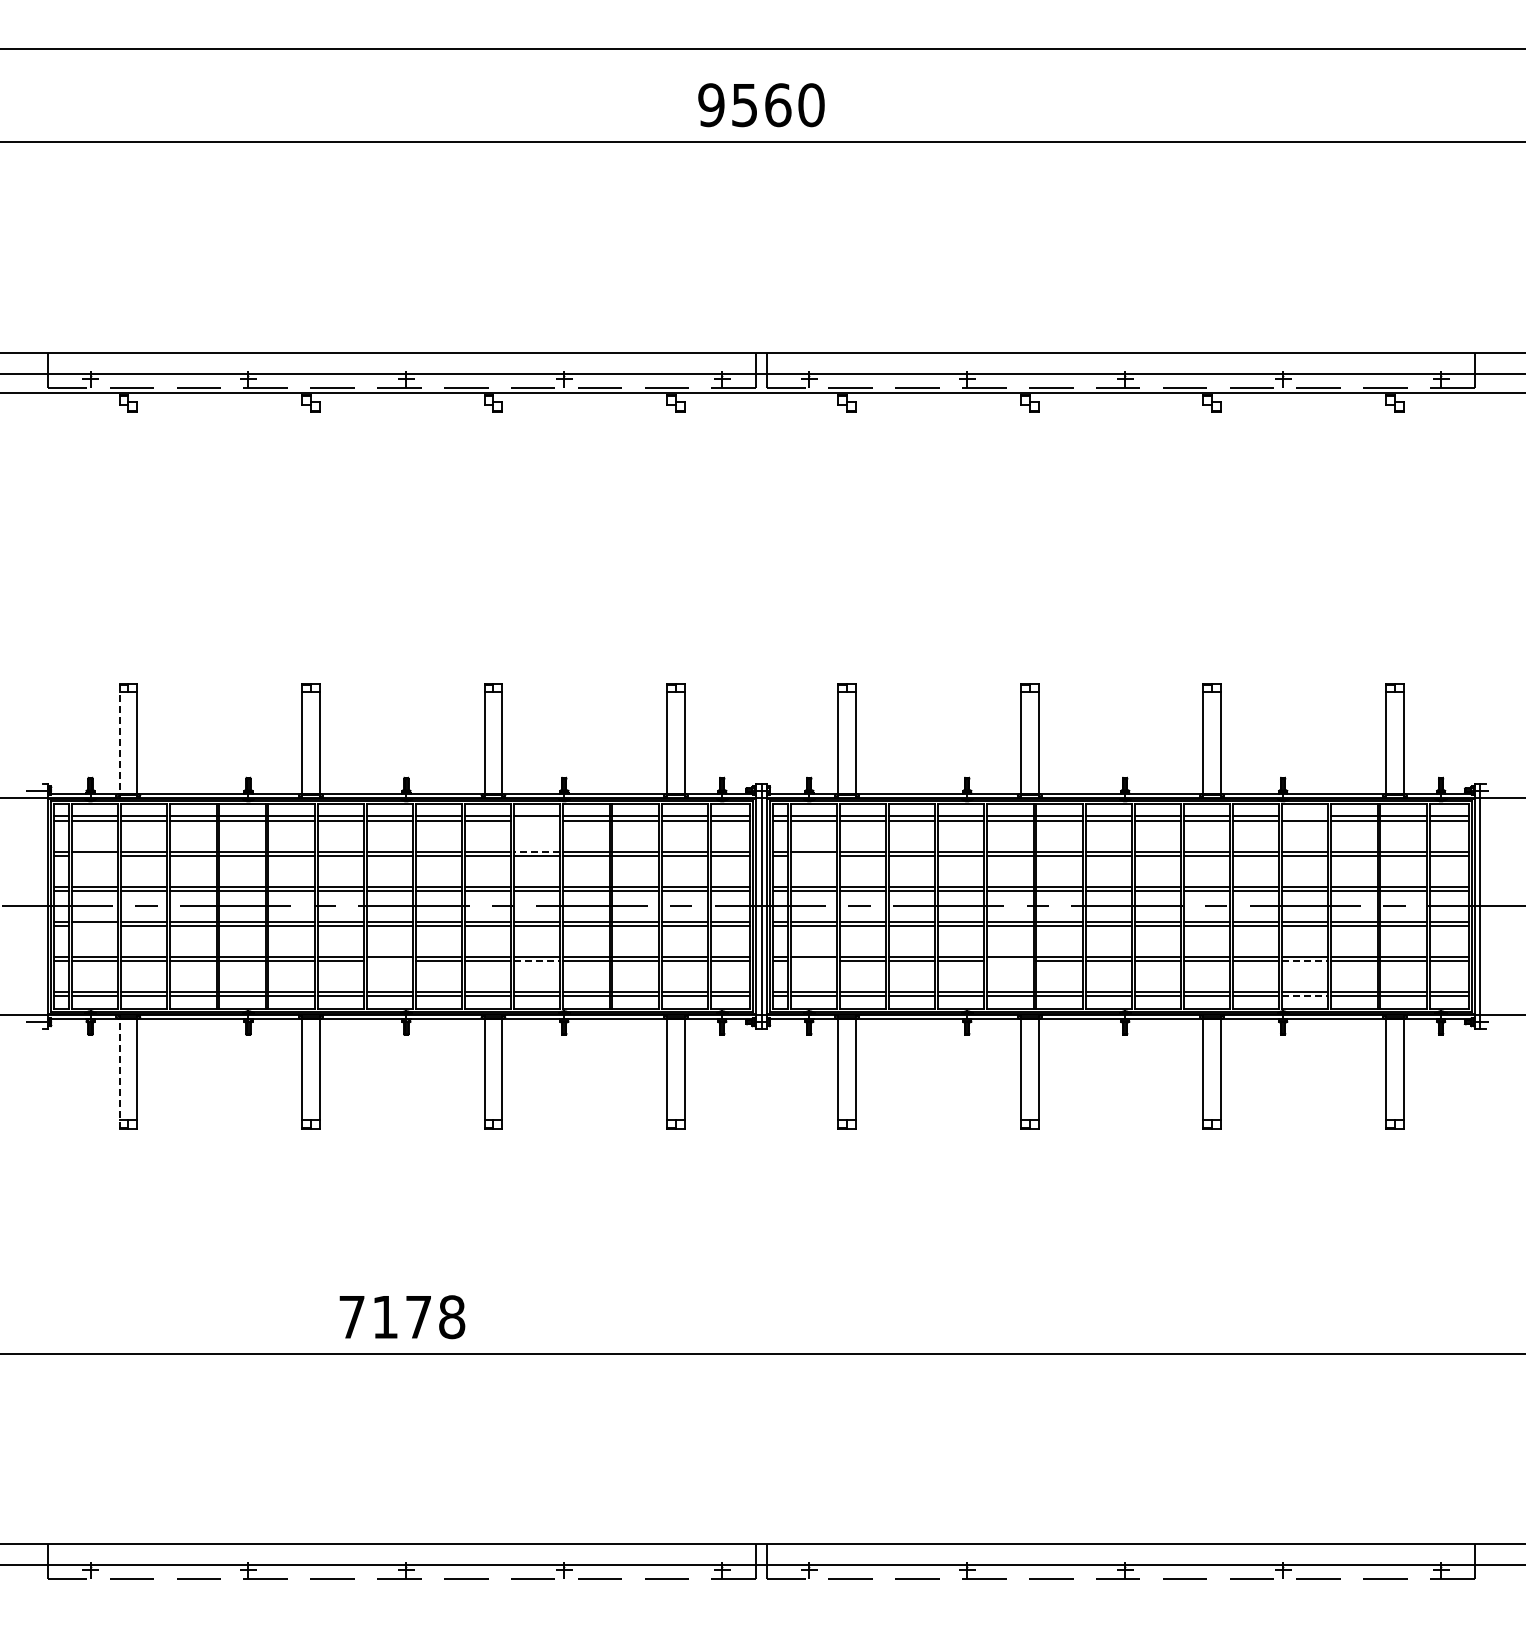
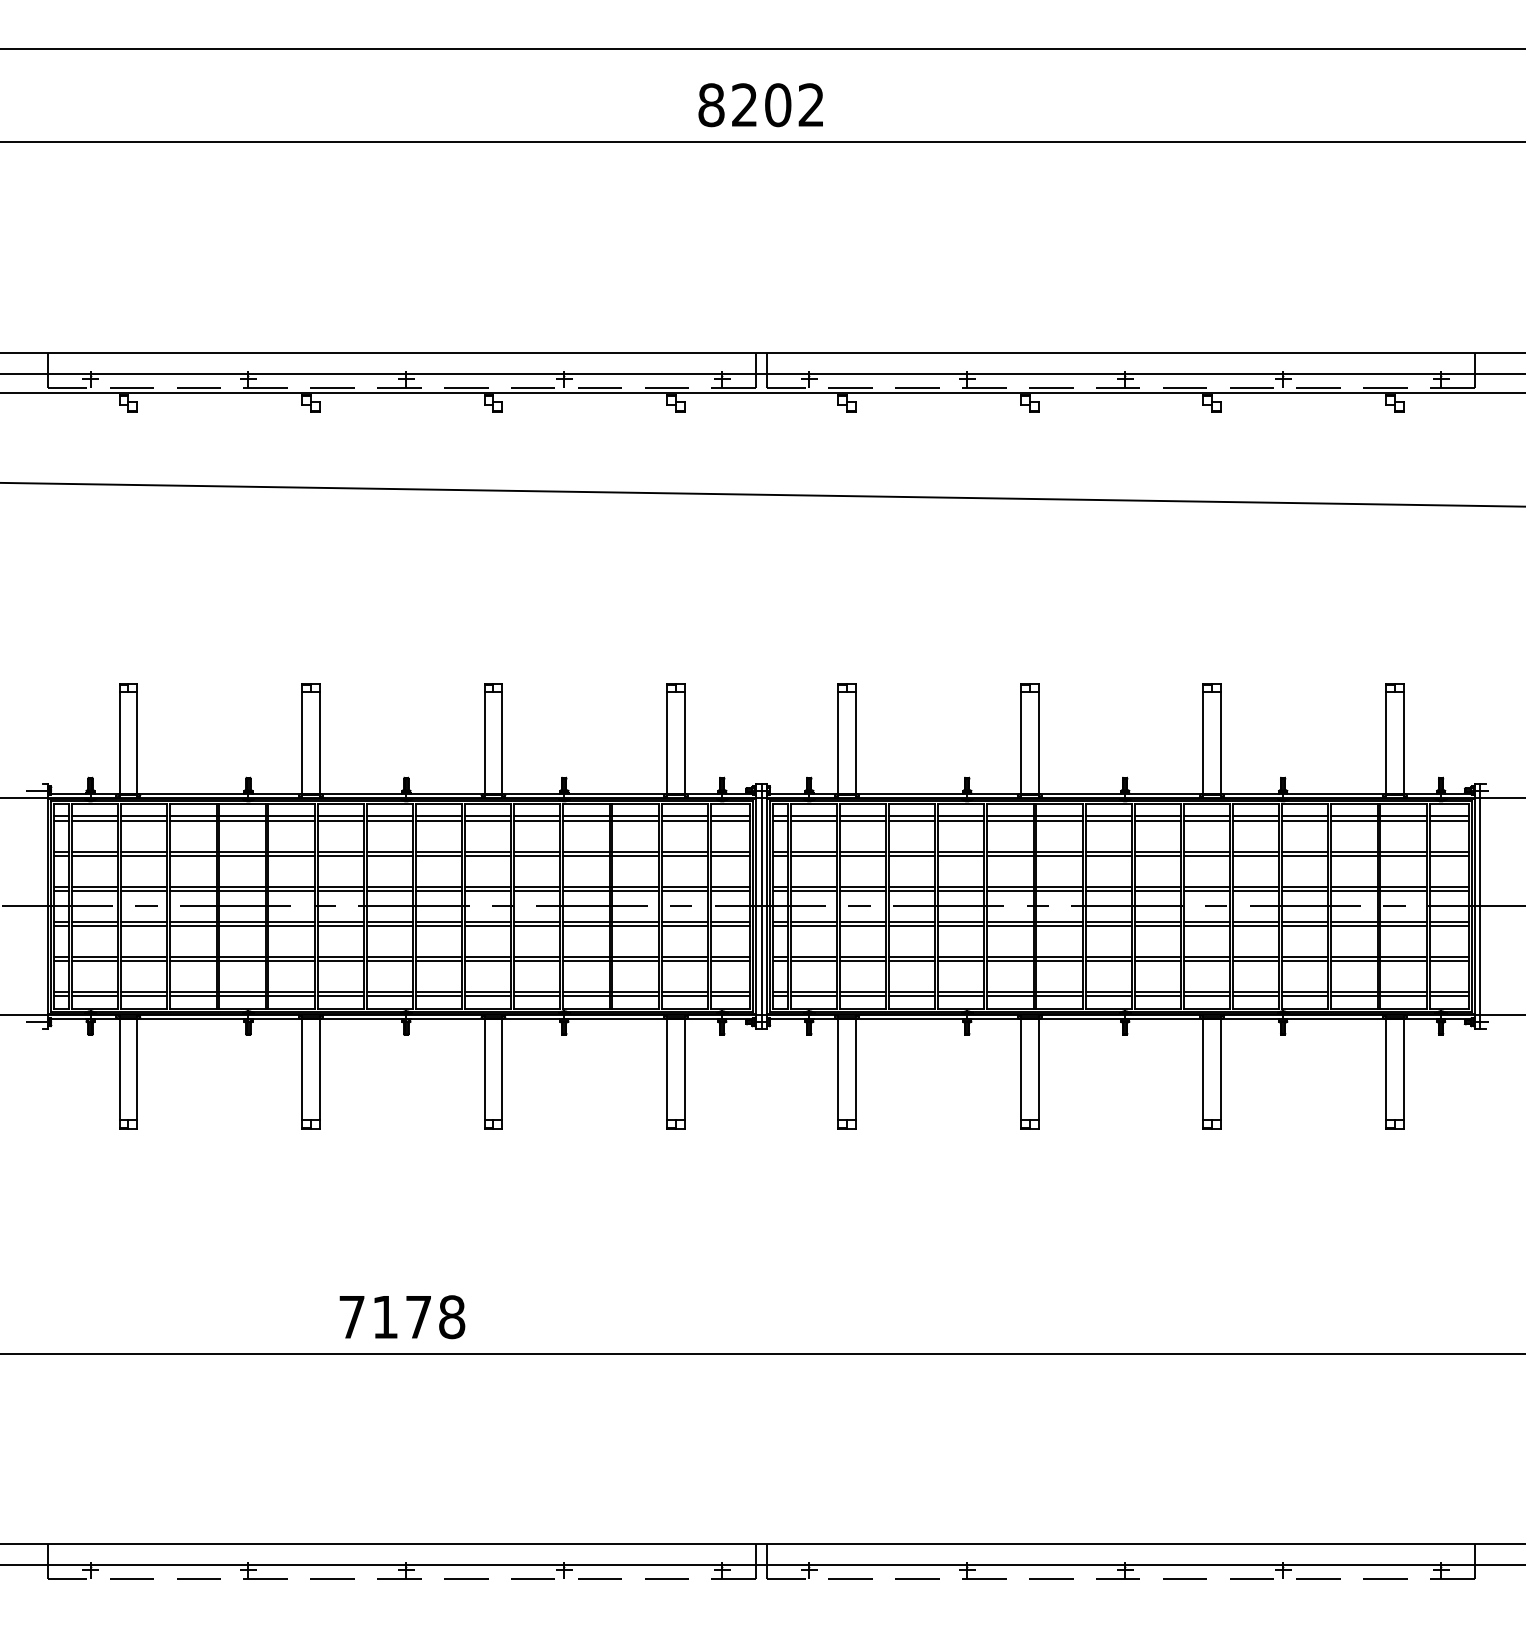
text at (761, 105): 9560 -> 8202
line at (762, 494): none -> present
line at (119, 739): dashed -> solid
line at (1305, 816): none -> present
line at (537, 820): none -> present
line at (536, 851): dashed -> solid
line at (94, 855): none -> present
line at (813, 855): none -> present
line at (94, 926): none -> present
line at (389, 961): none -> present
line at (537, 961): dashed -> solid
line at (813, 961): none -> present
line at (1010, 961): none -> present
line at (1305, 961): dashed -> solid
line at (1305, 996): dashed -> solid
line at (119, 1073): dashed -> solid
